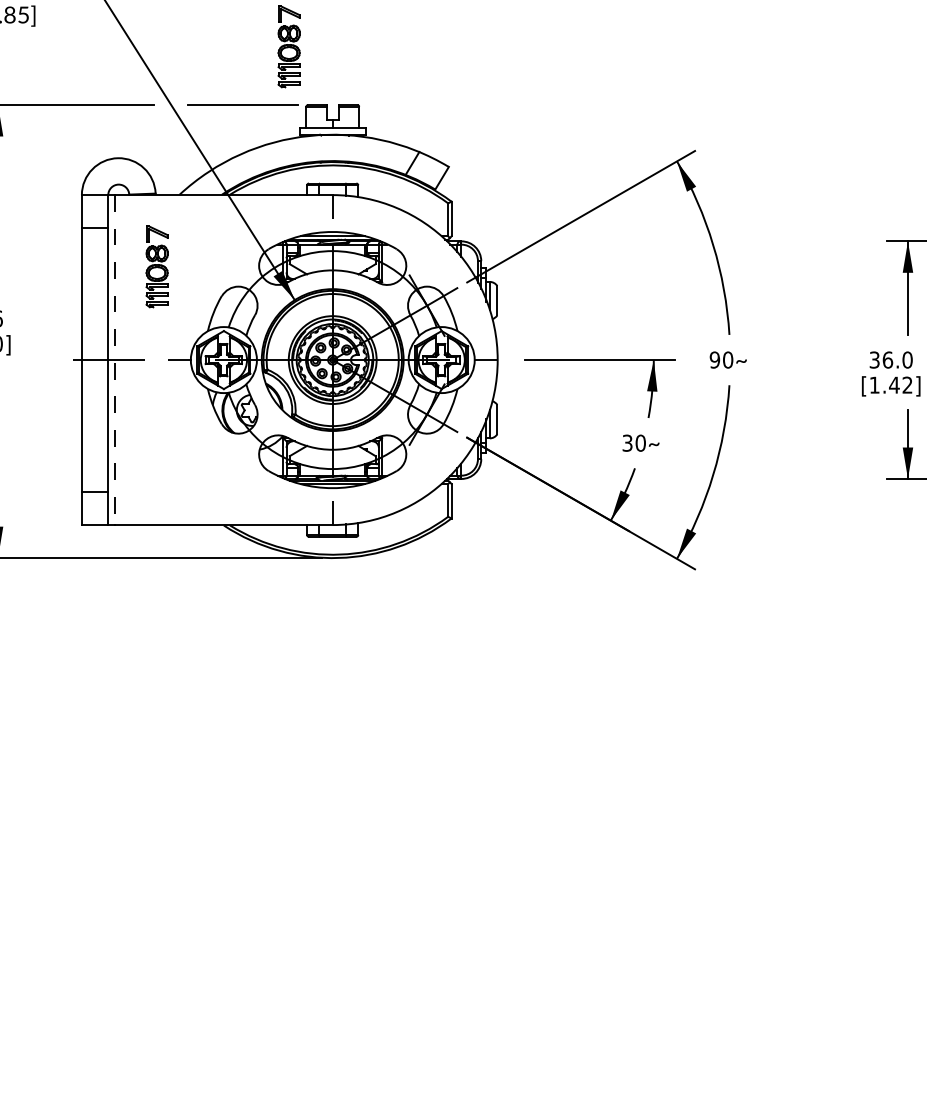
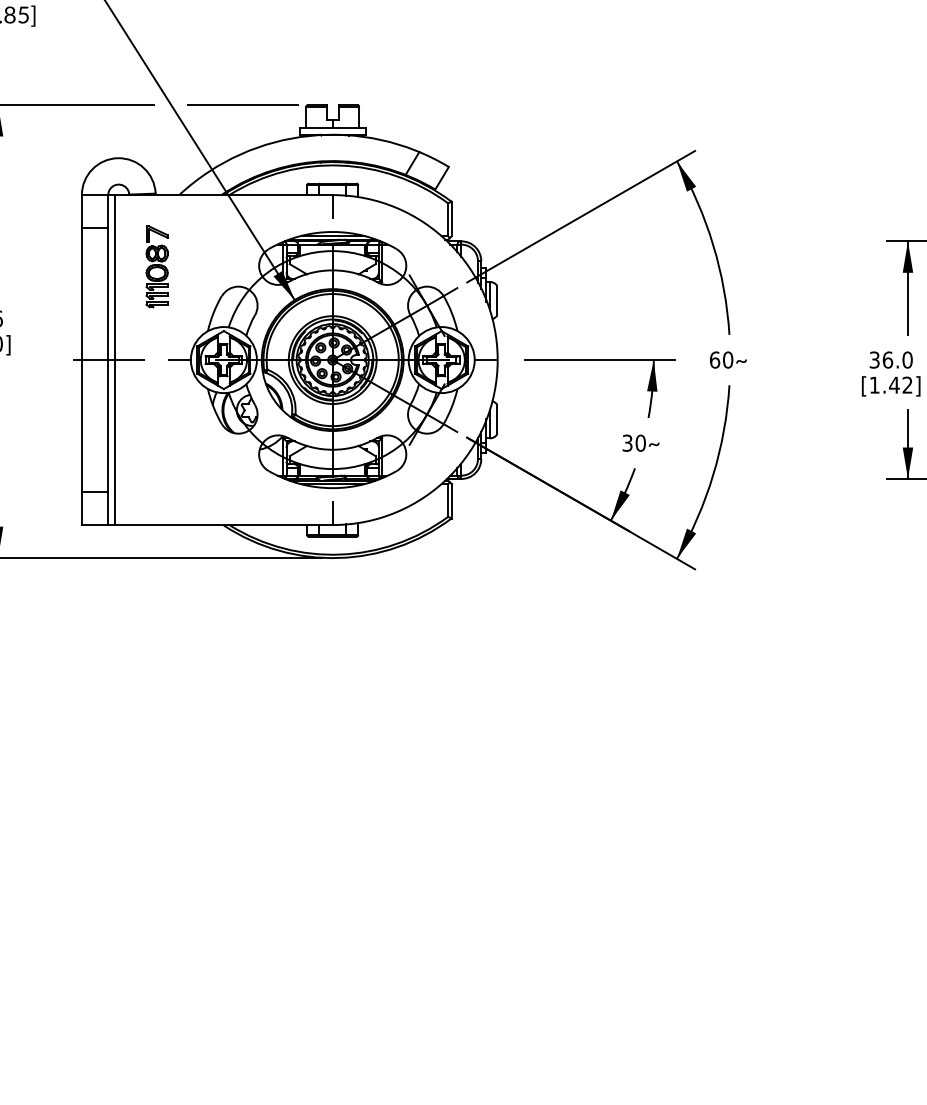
part at (288, 46): present -> none
text at (714, 359): 90 -> 60
line at (114, 360): dashed -> solid
